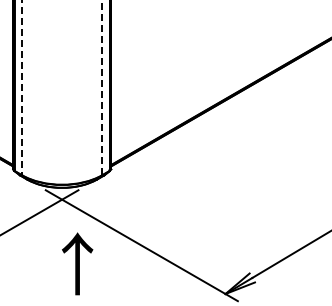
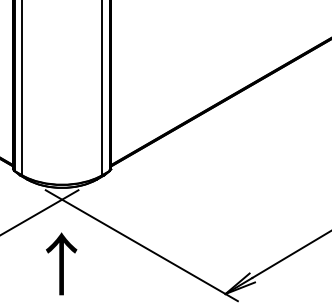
line at (102, 87): dashed -> solid
line at (21, 88): dashed -> solid
text at (77, 263) position: (77, 263) -> (61, 263)
